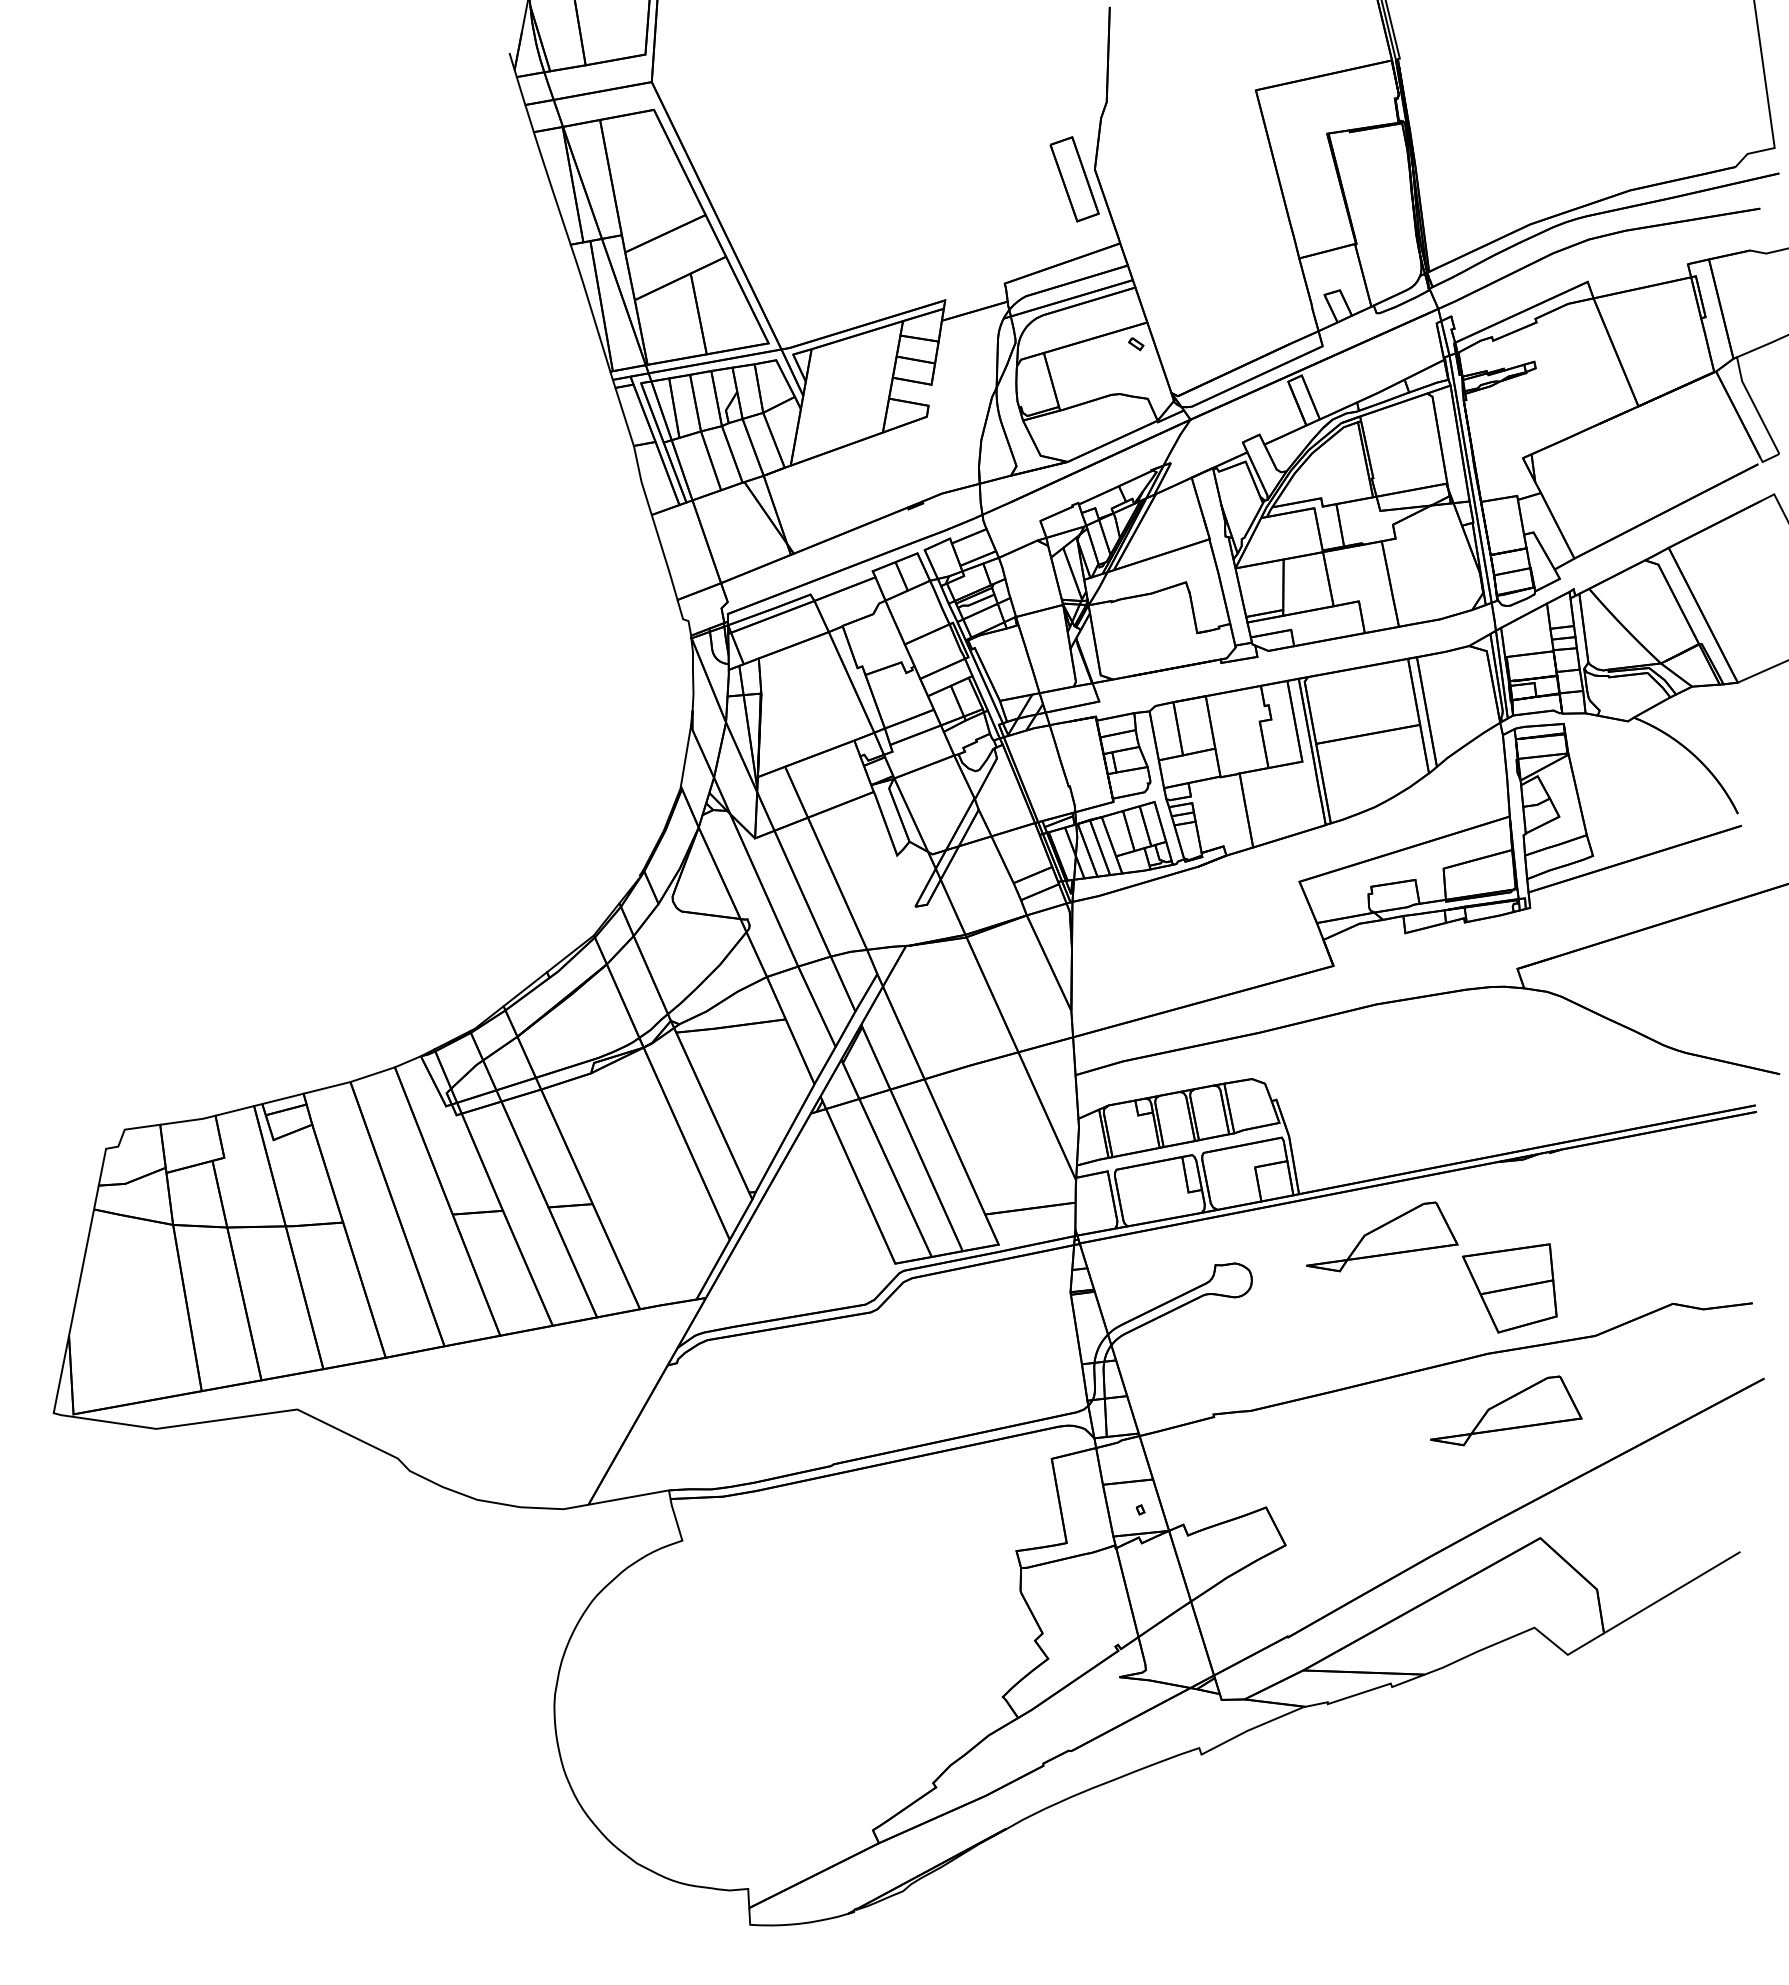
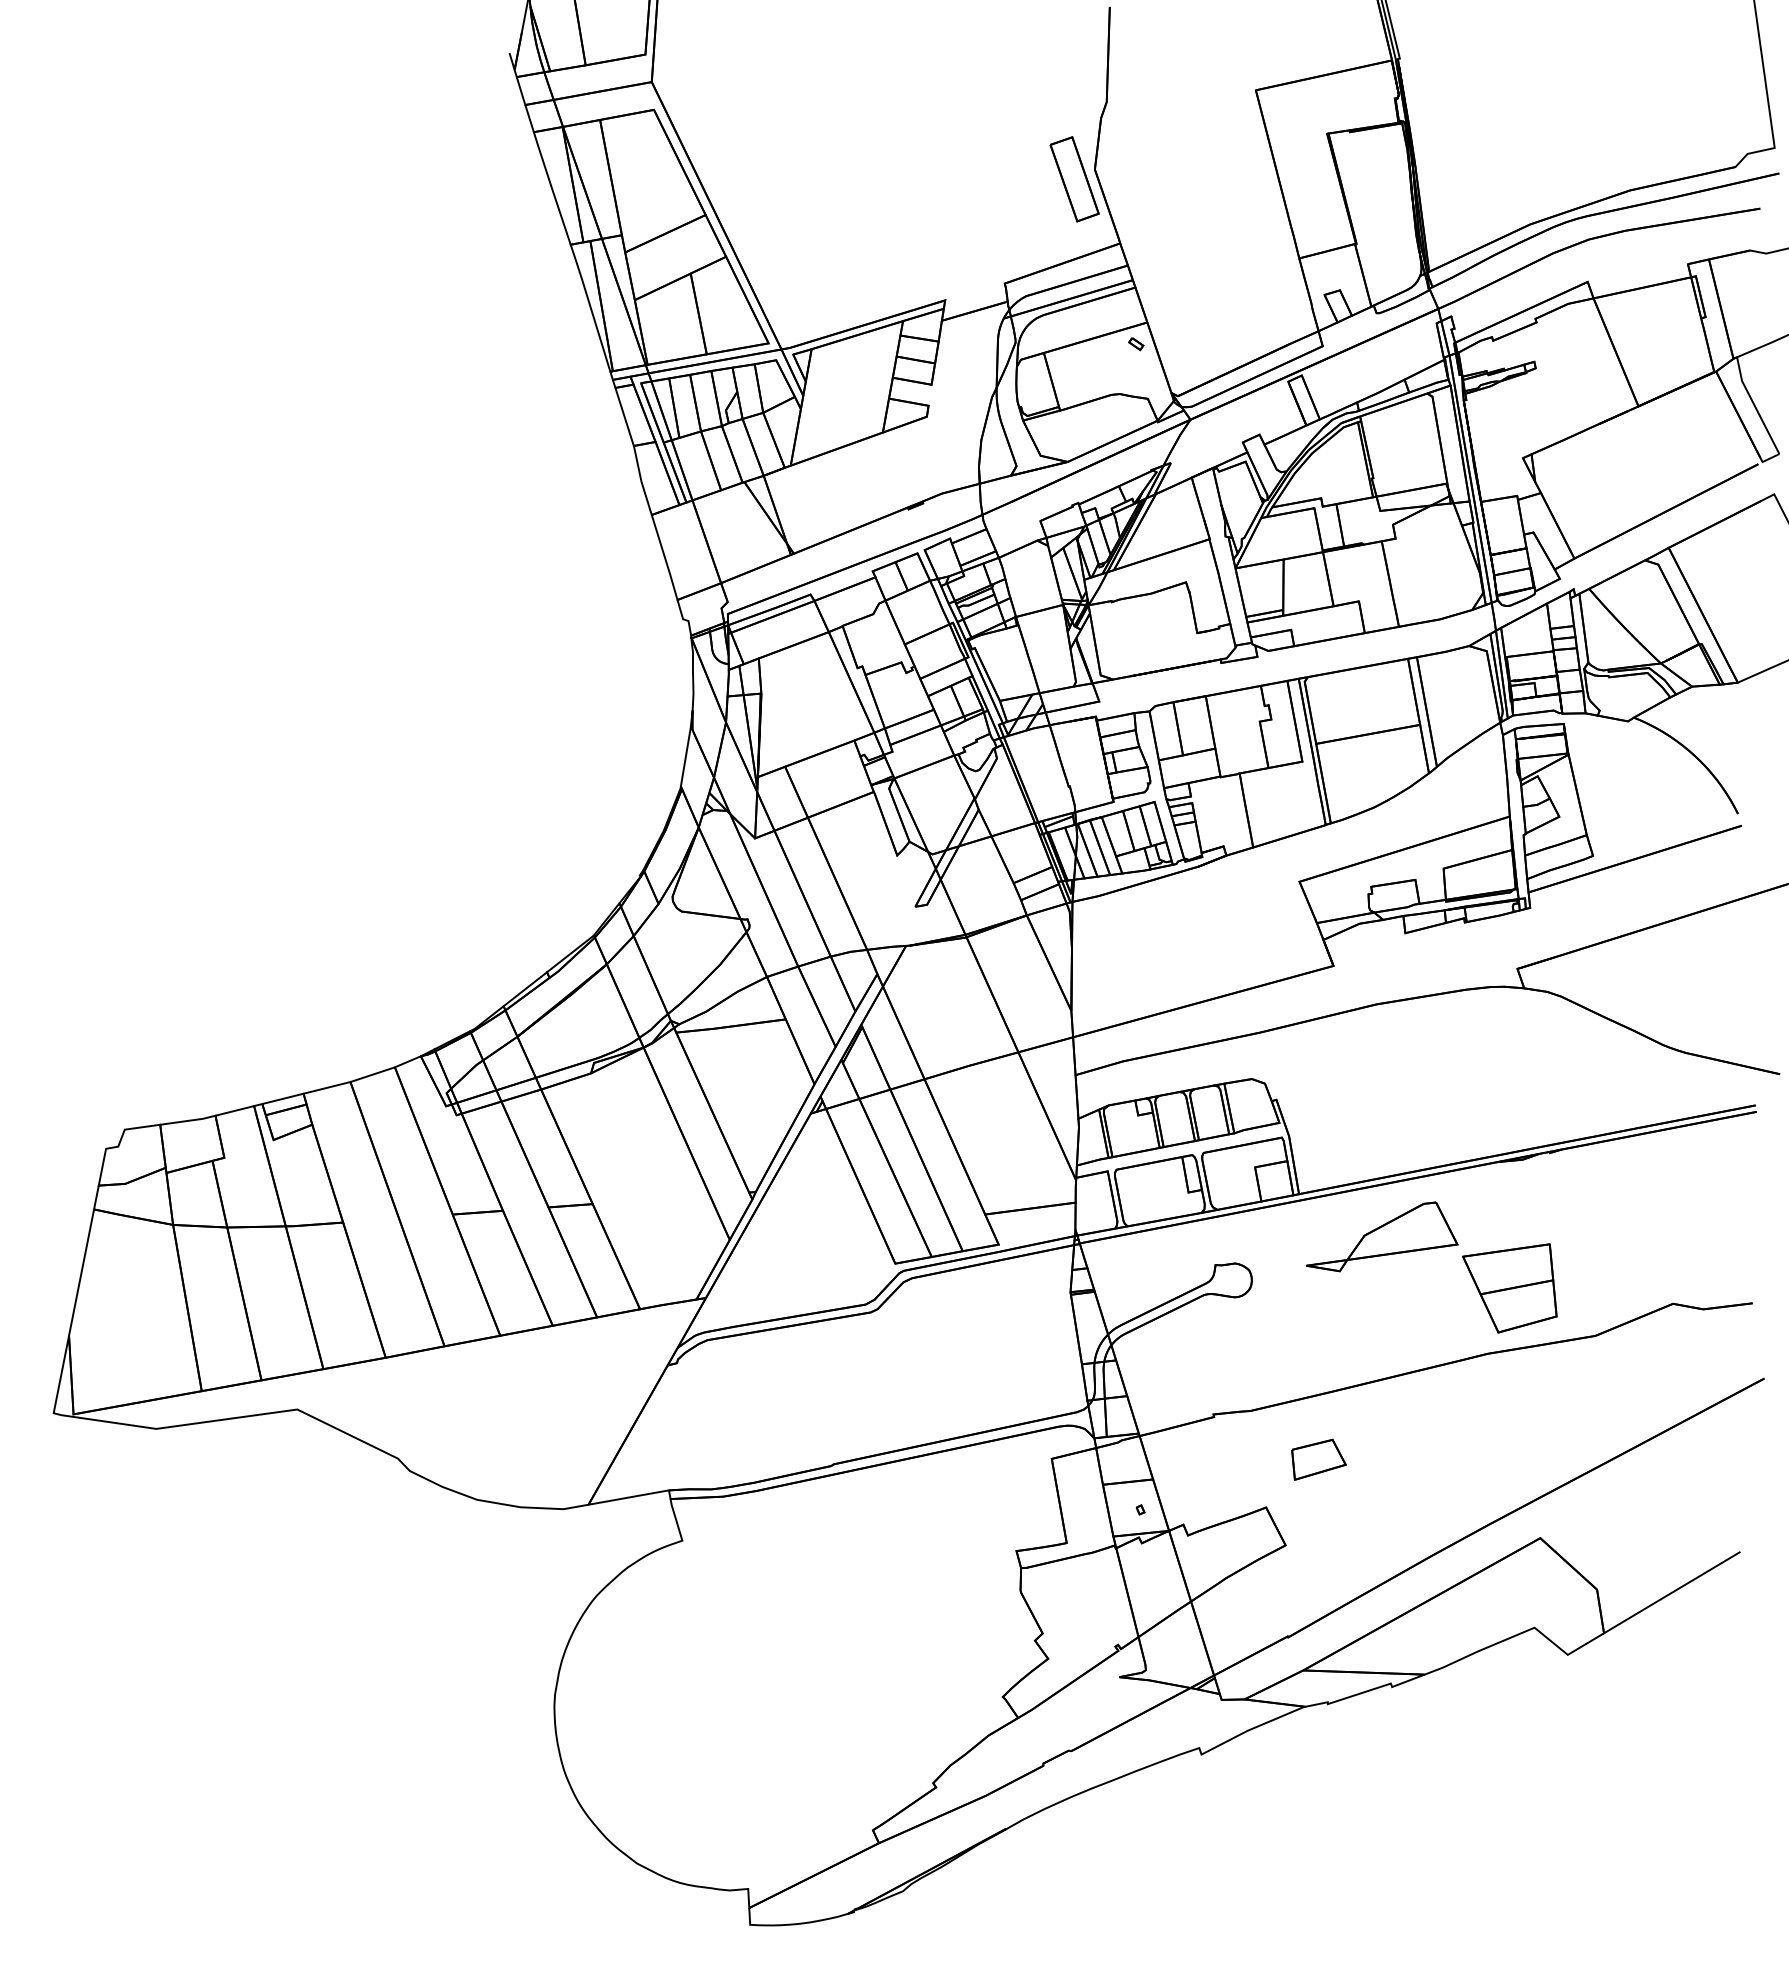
part at (1506, 1410): present -> none
part at (1318, 1459): none -> present
